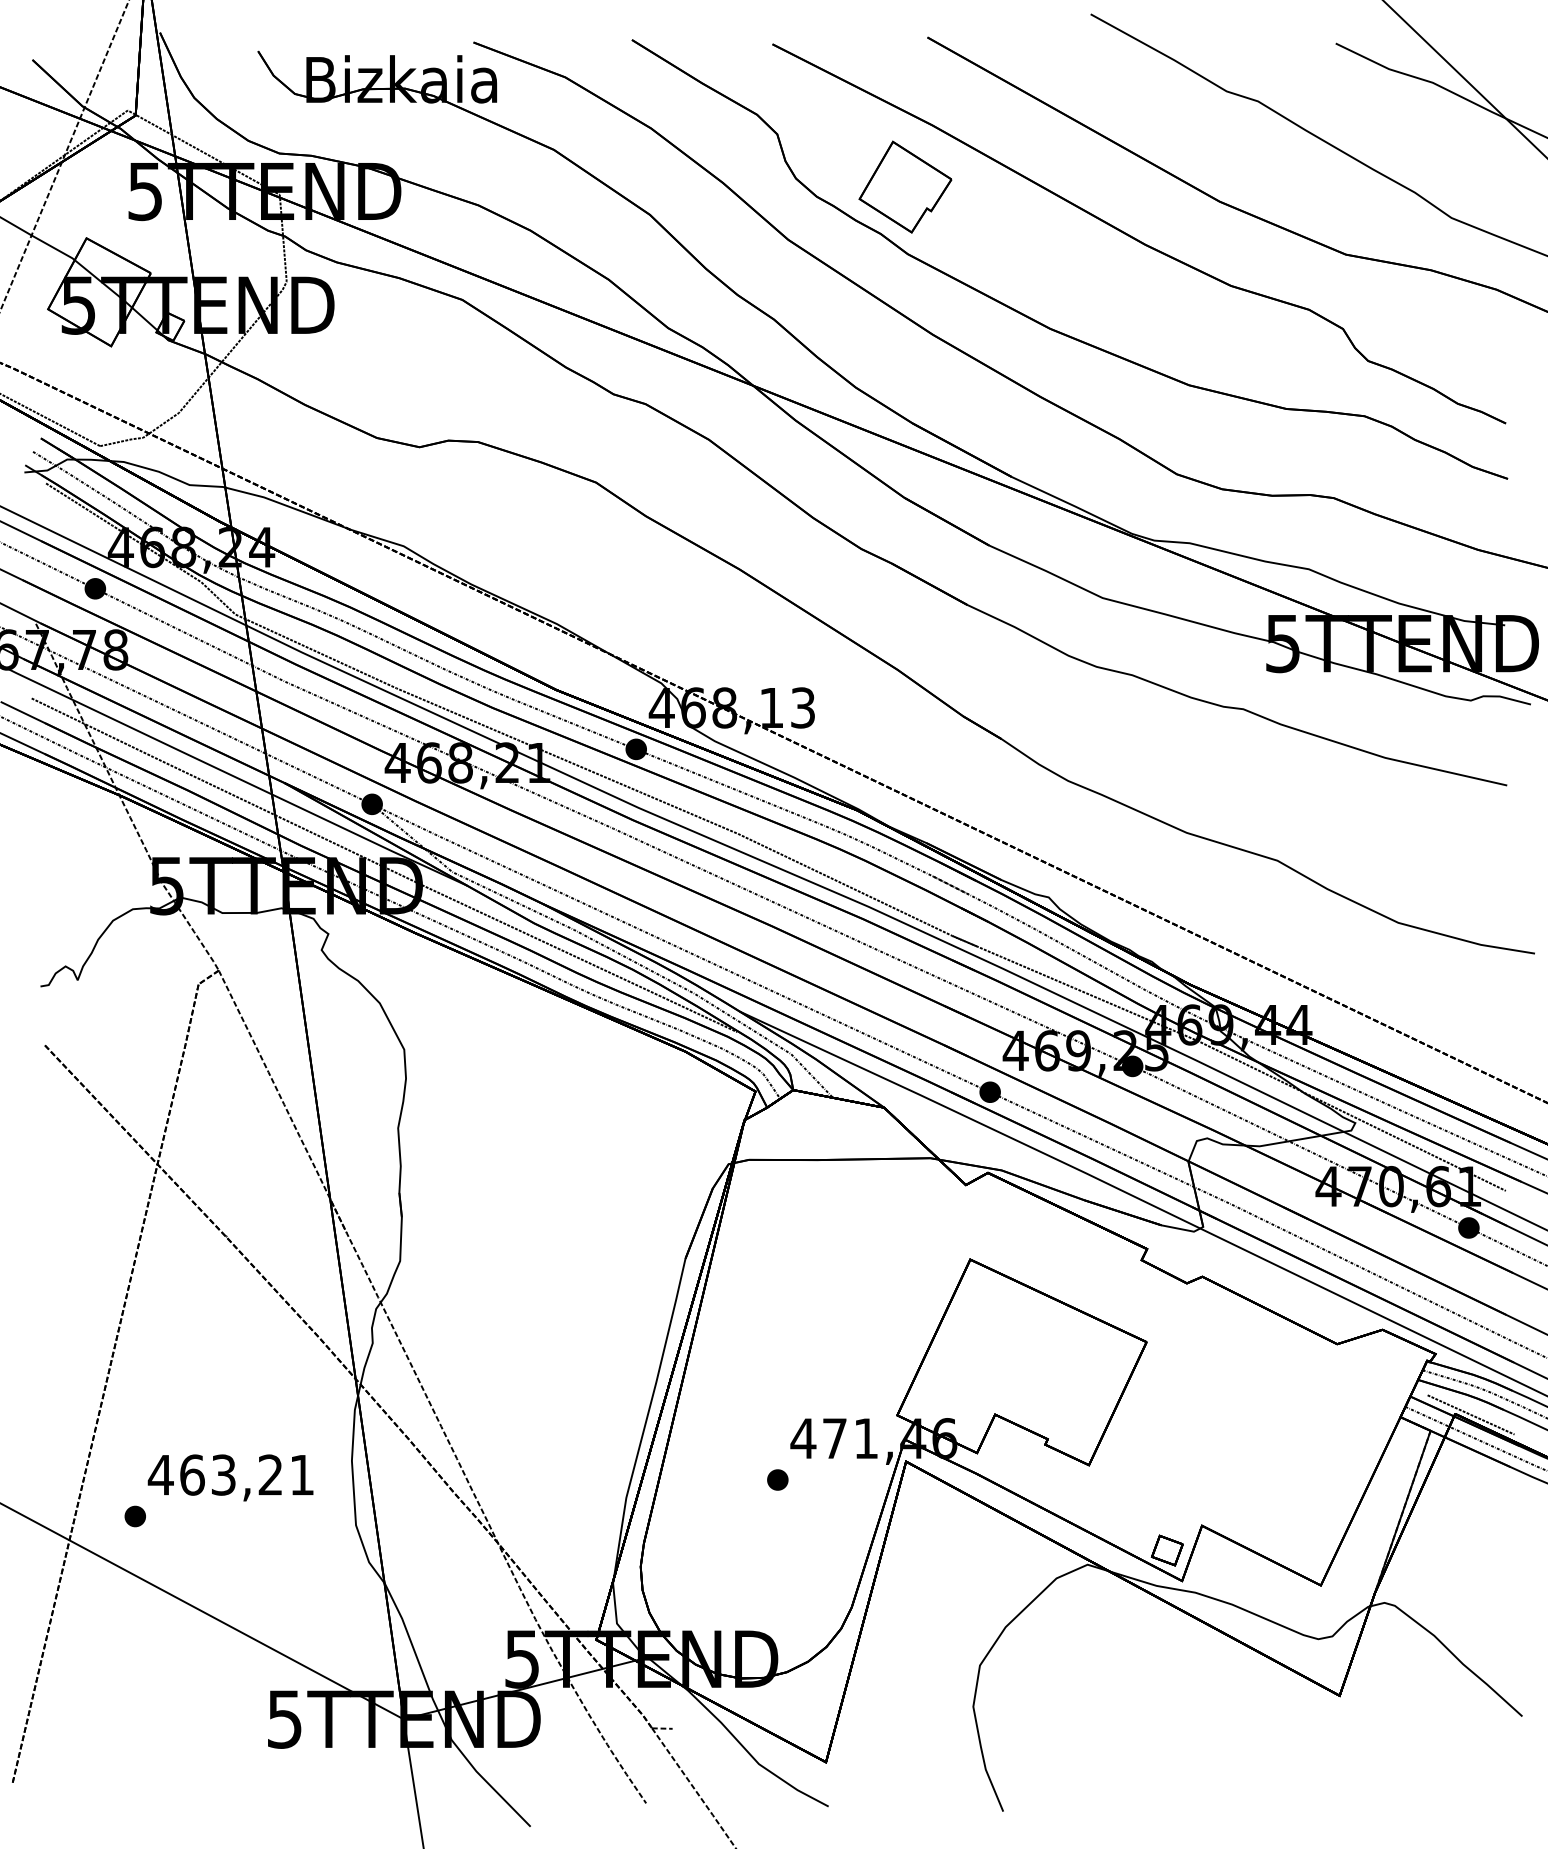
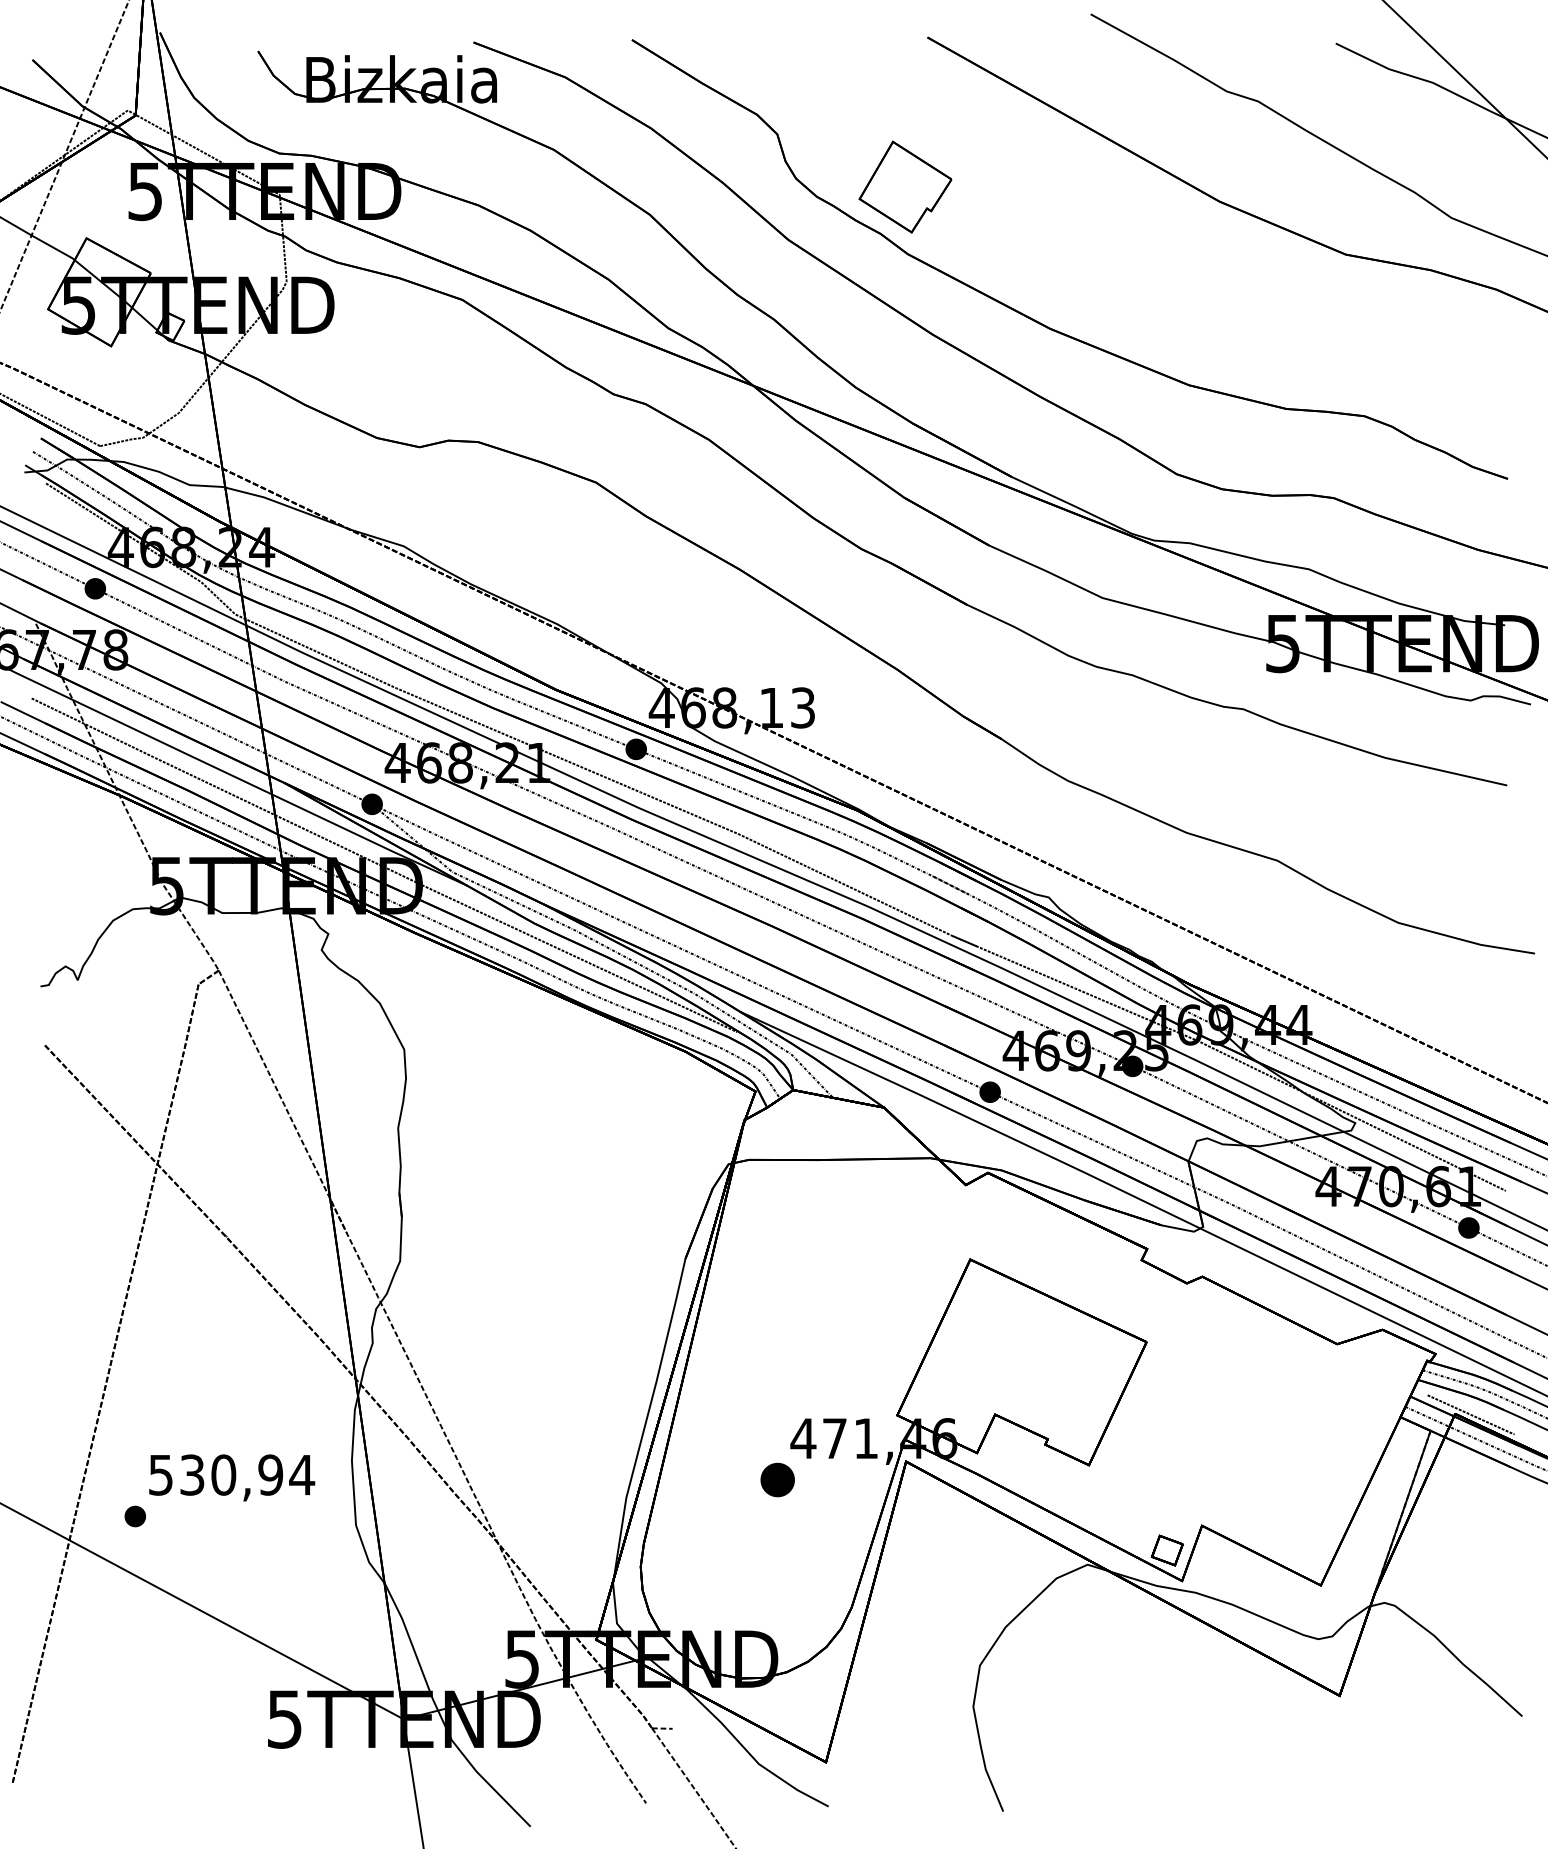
part at (1139, 233): present -> none
text at (231, 1474): 463,21 -> 530,94
part at (777, 1479) size: 22x22 px -> 35x36 px
